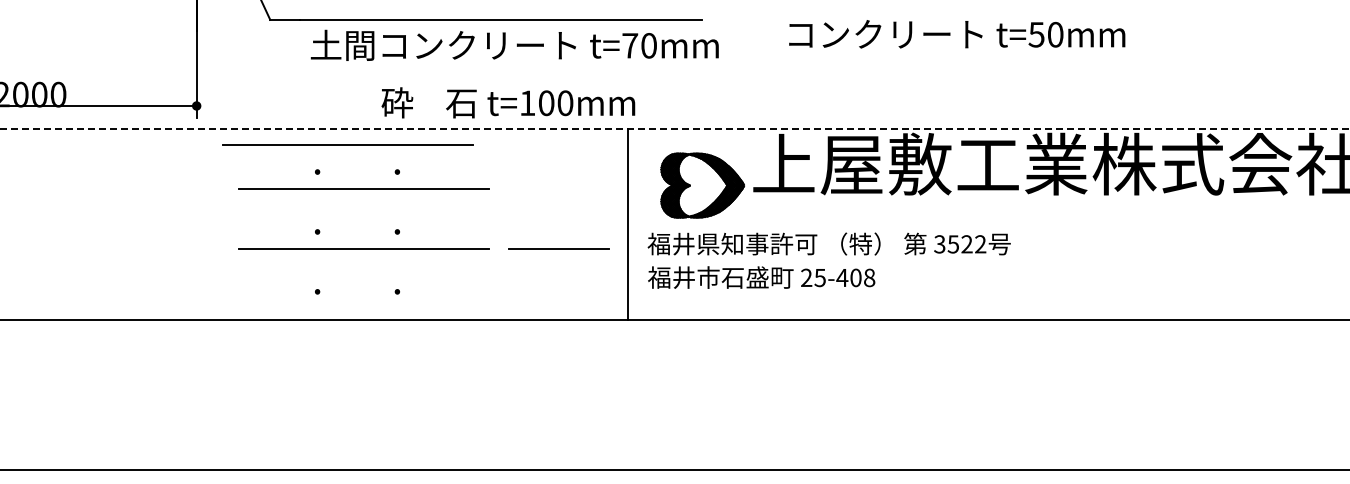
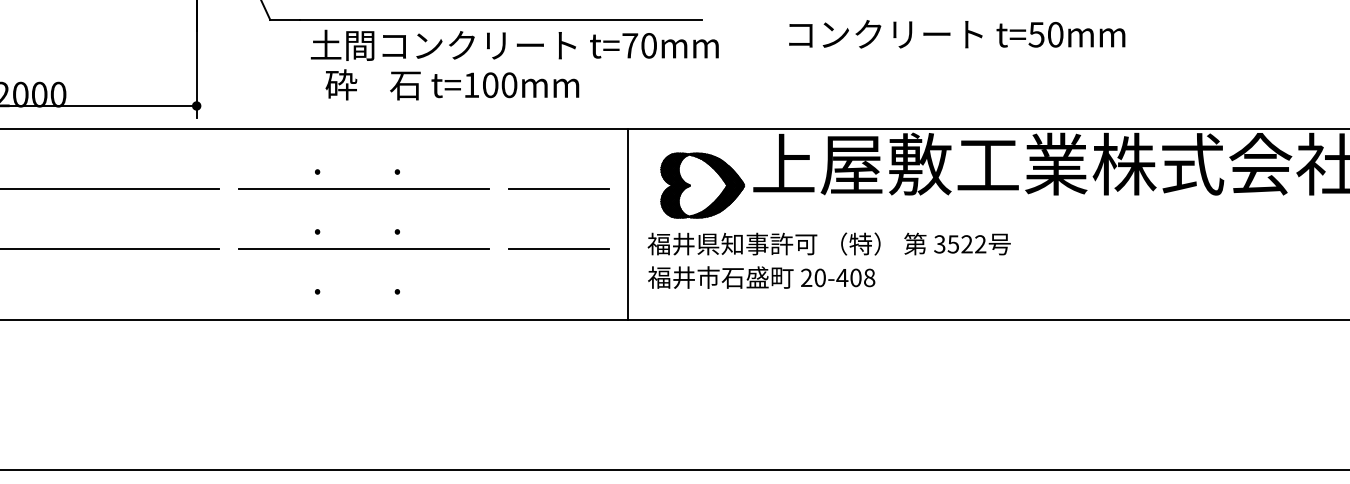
text at (508, 102) position: (508, 102) -> (452, 84)
line at (675, 129): dashed -> solid
line at (347, 144): present -> none
line at (110, 188): none -> present
line at (558, 188): none -> present
line at (110, 248): none -> present
text at (819, 277): 25-408 -> 20-408
